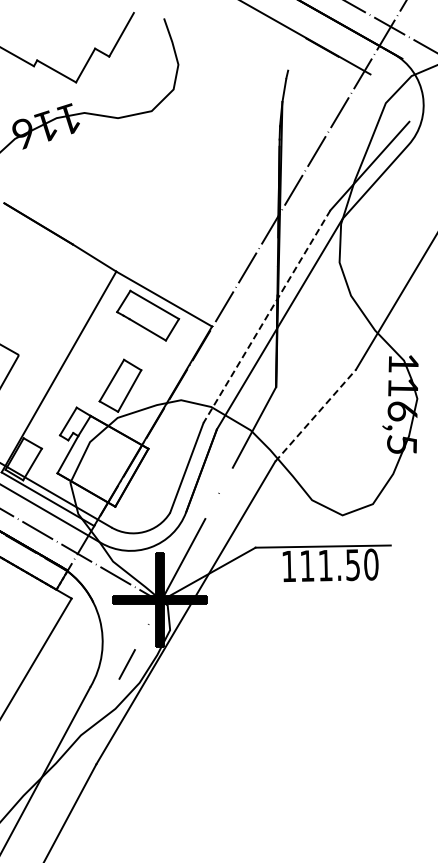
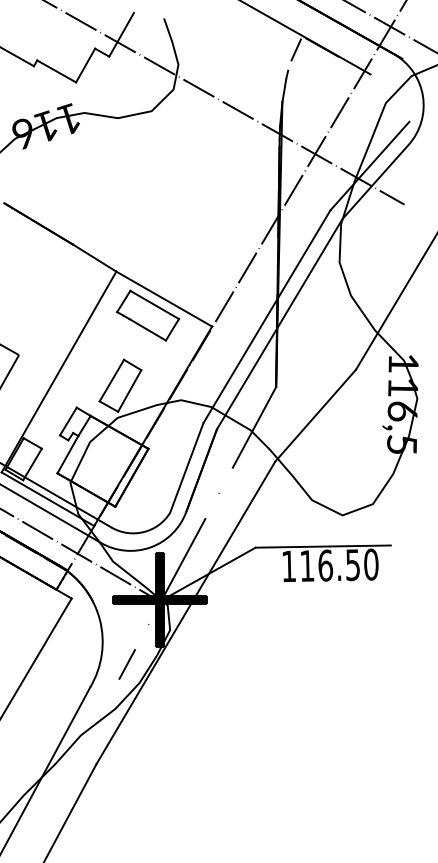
line at (296, 49): none -> present
line at (225, 103): none -> present
line at (267, 316): dashed -> solid
line at (315, 415): dashed -> solid
text at (325, 565): 111.50 -> 116.50
